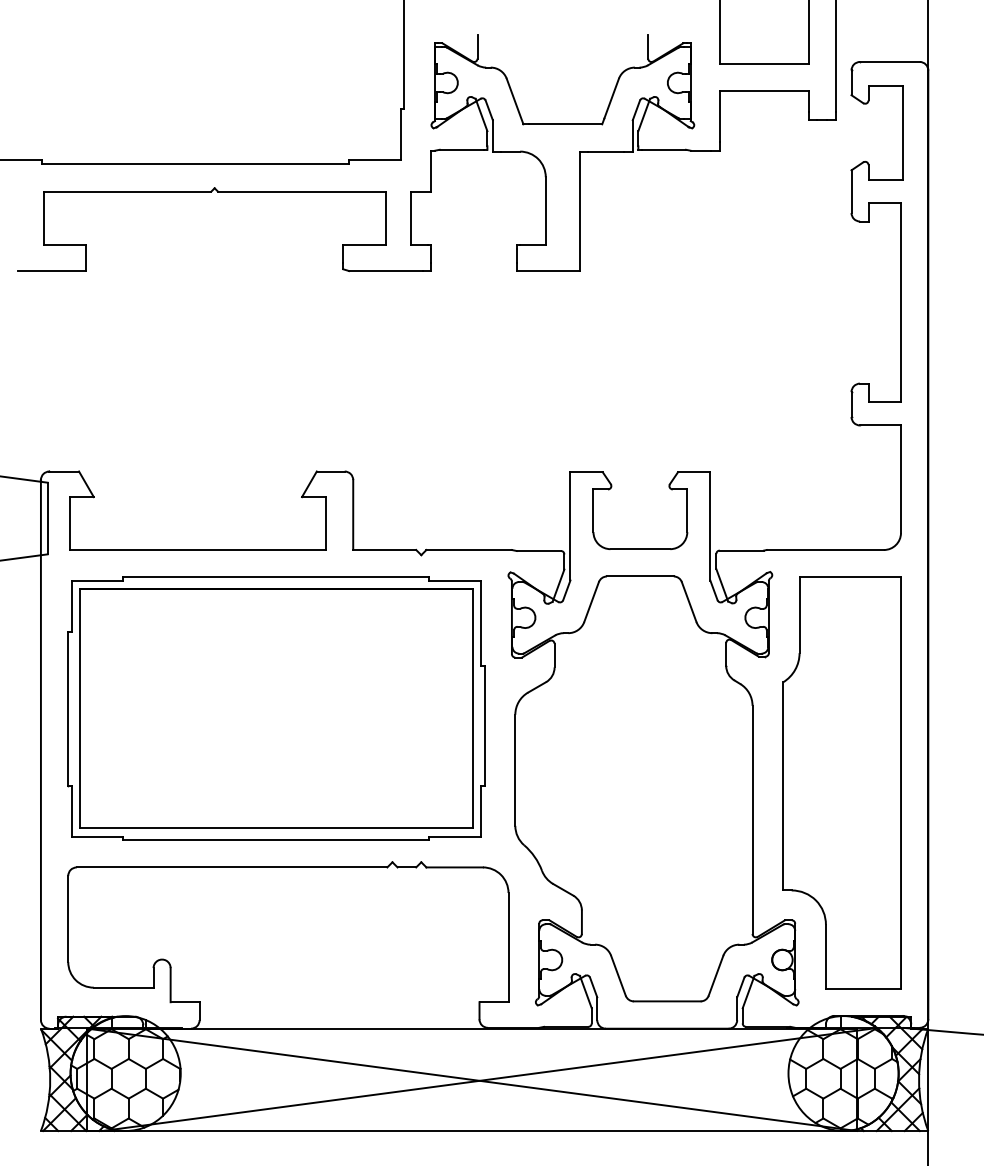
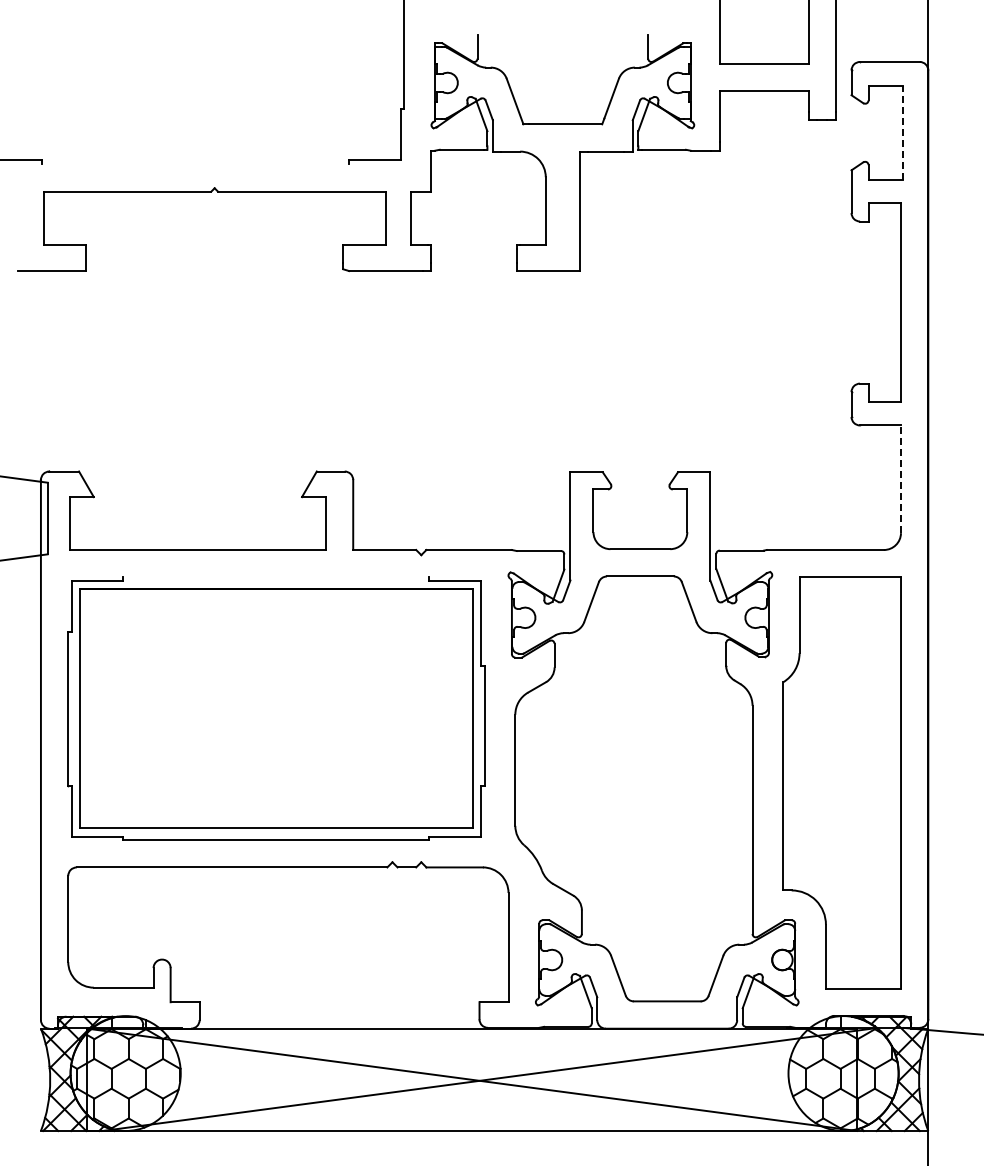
line at (902, 132): solid -> dashed
line at (195, 163): present -> none
line at (901, 479): solid -> dashed
line at (275, 577): present -> none
